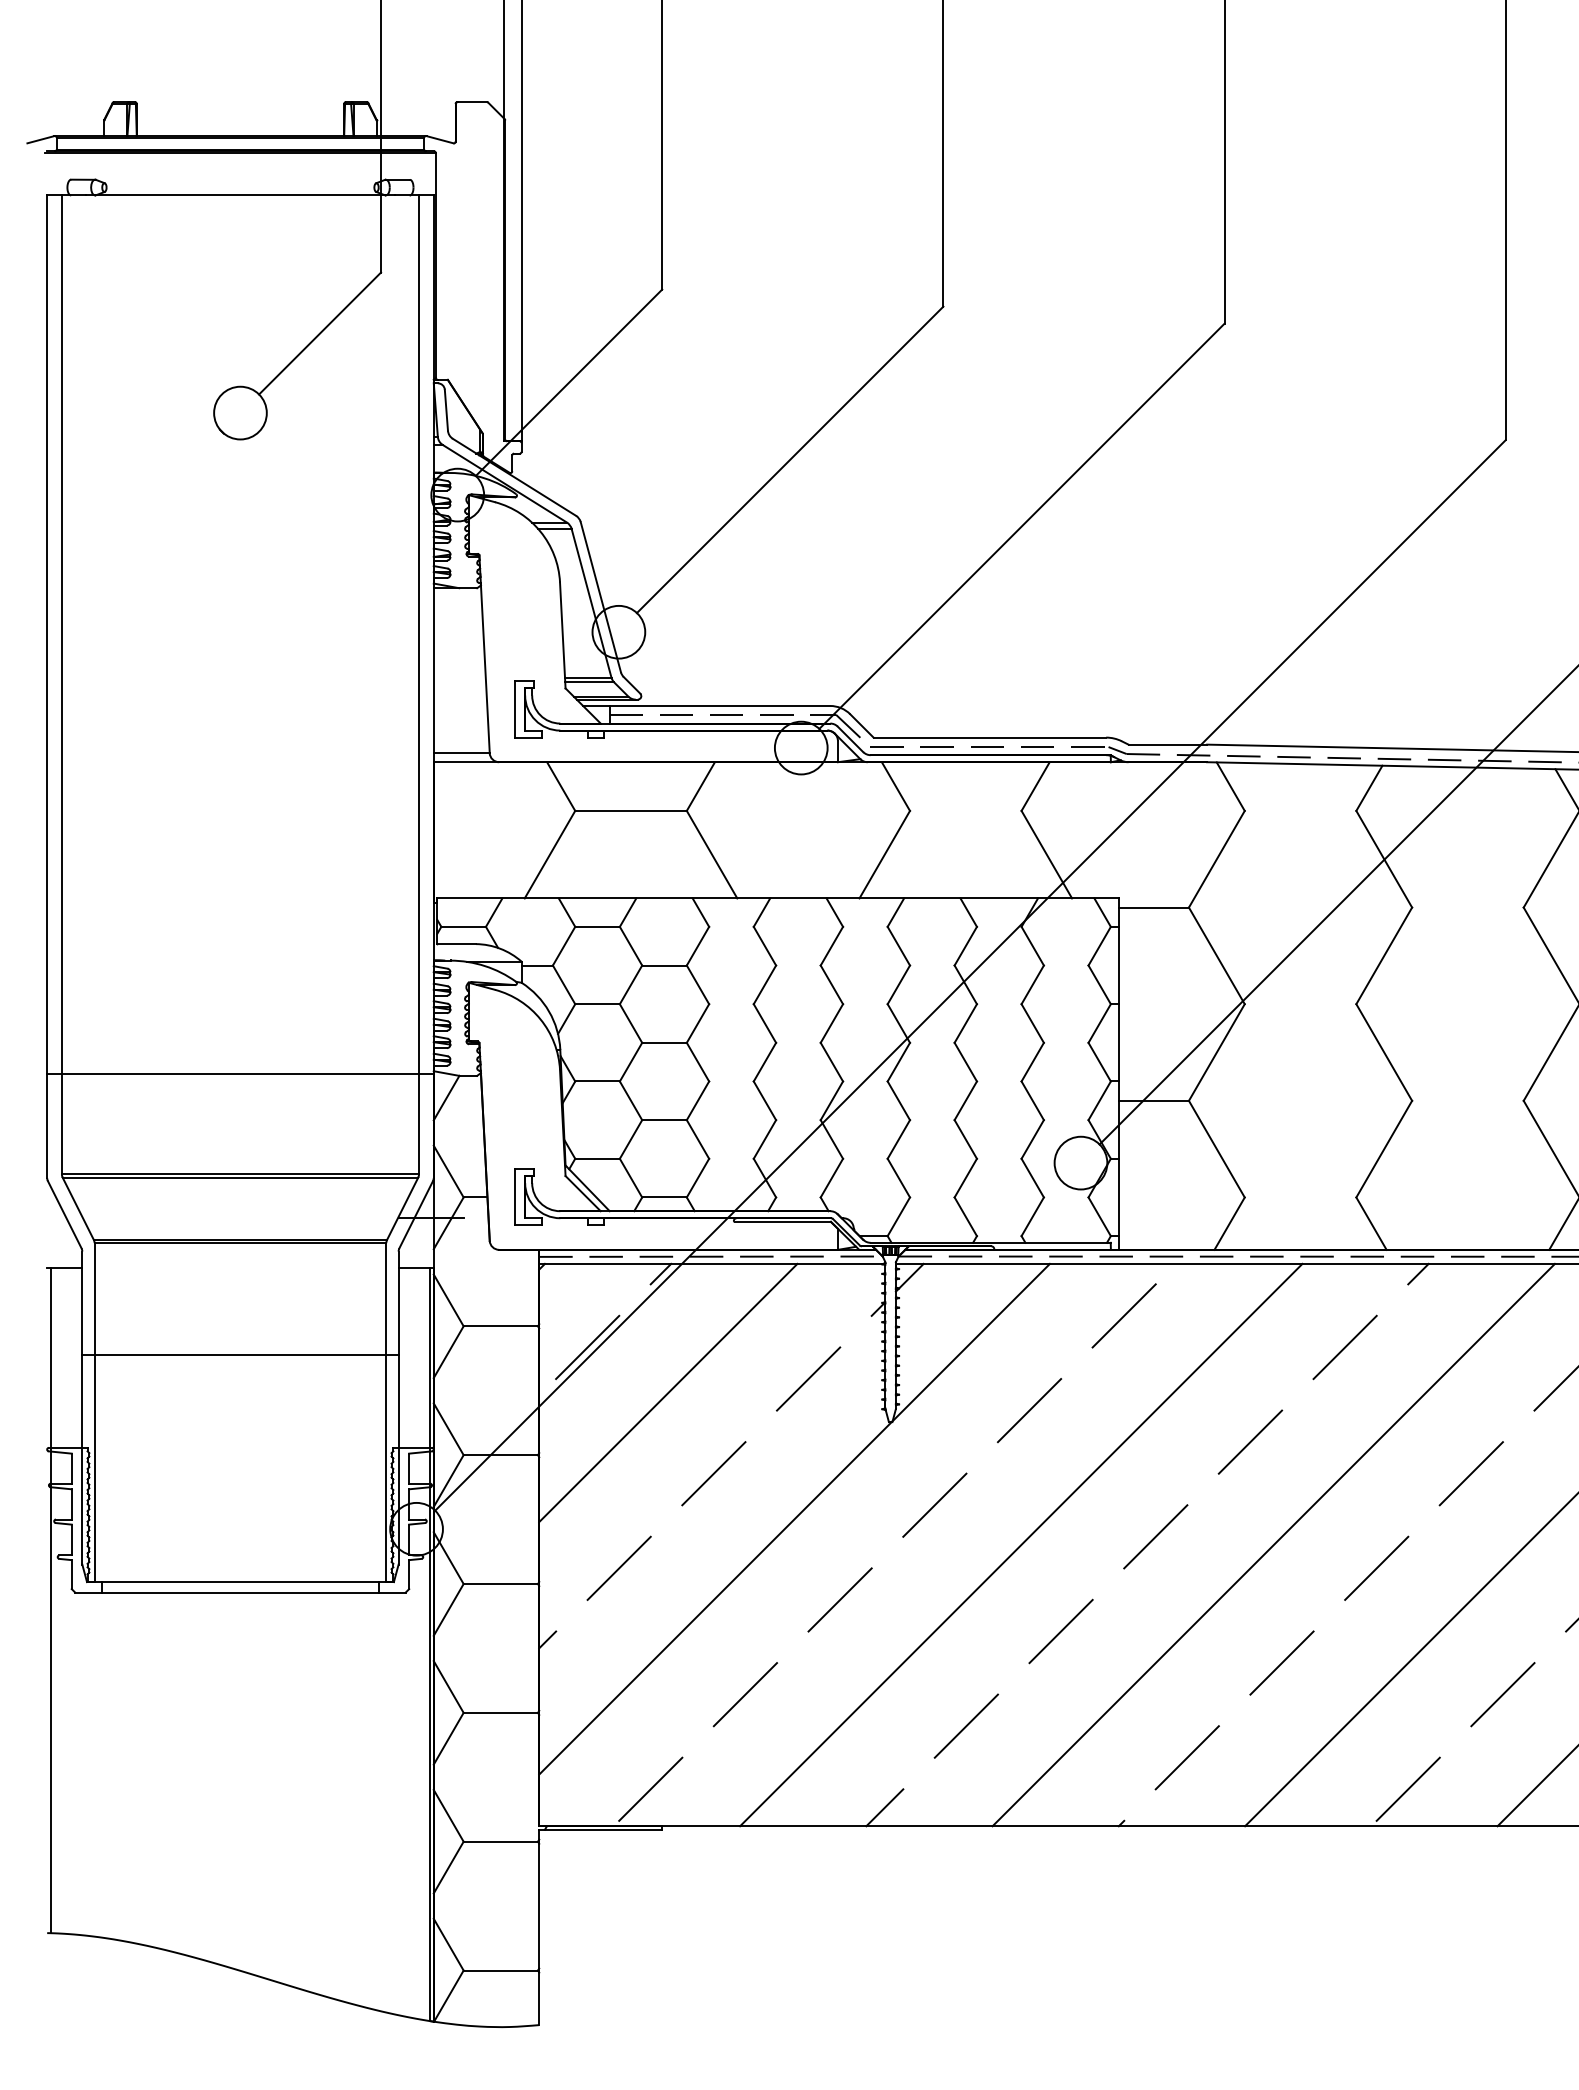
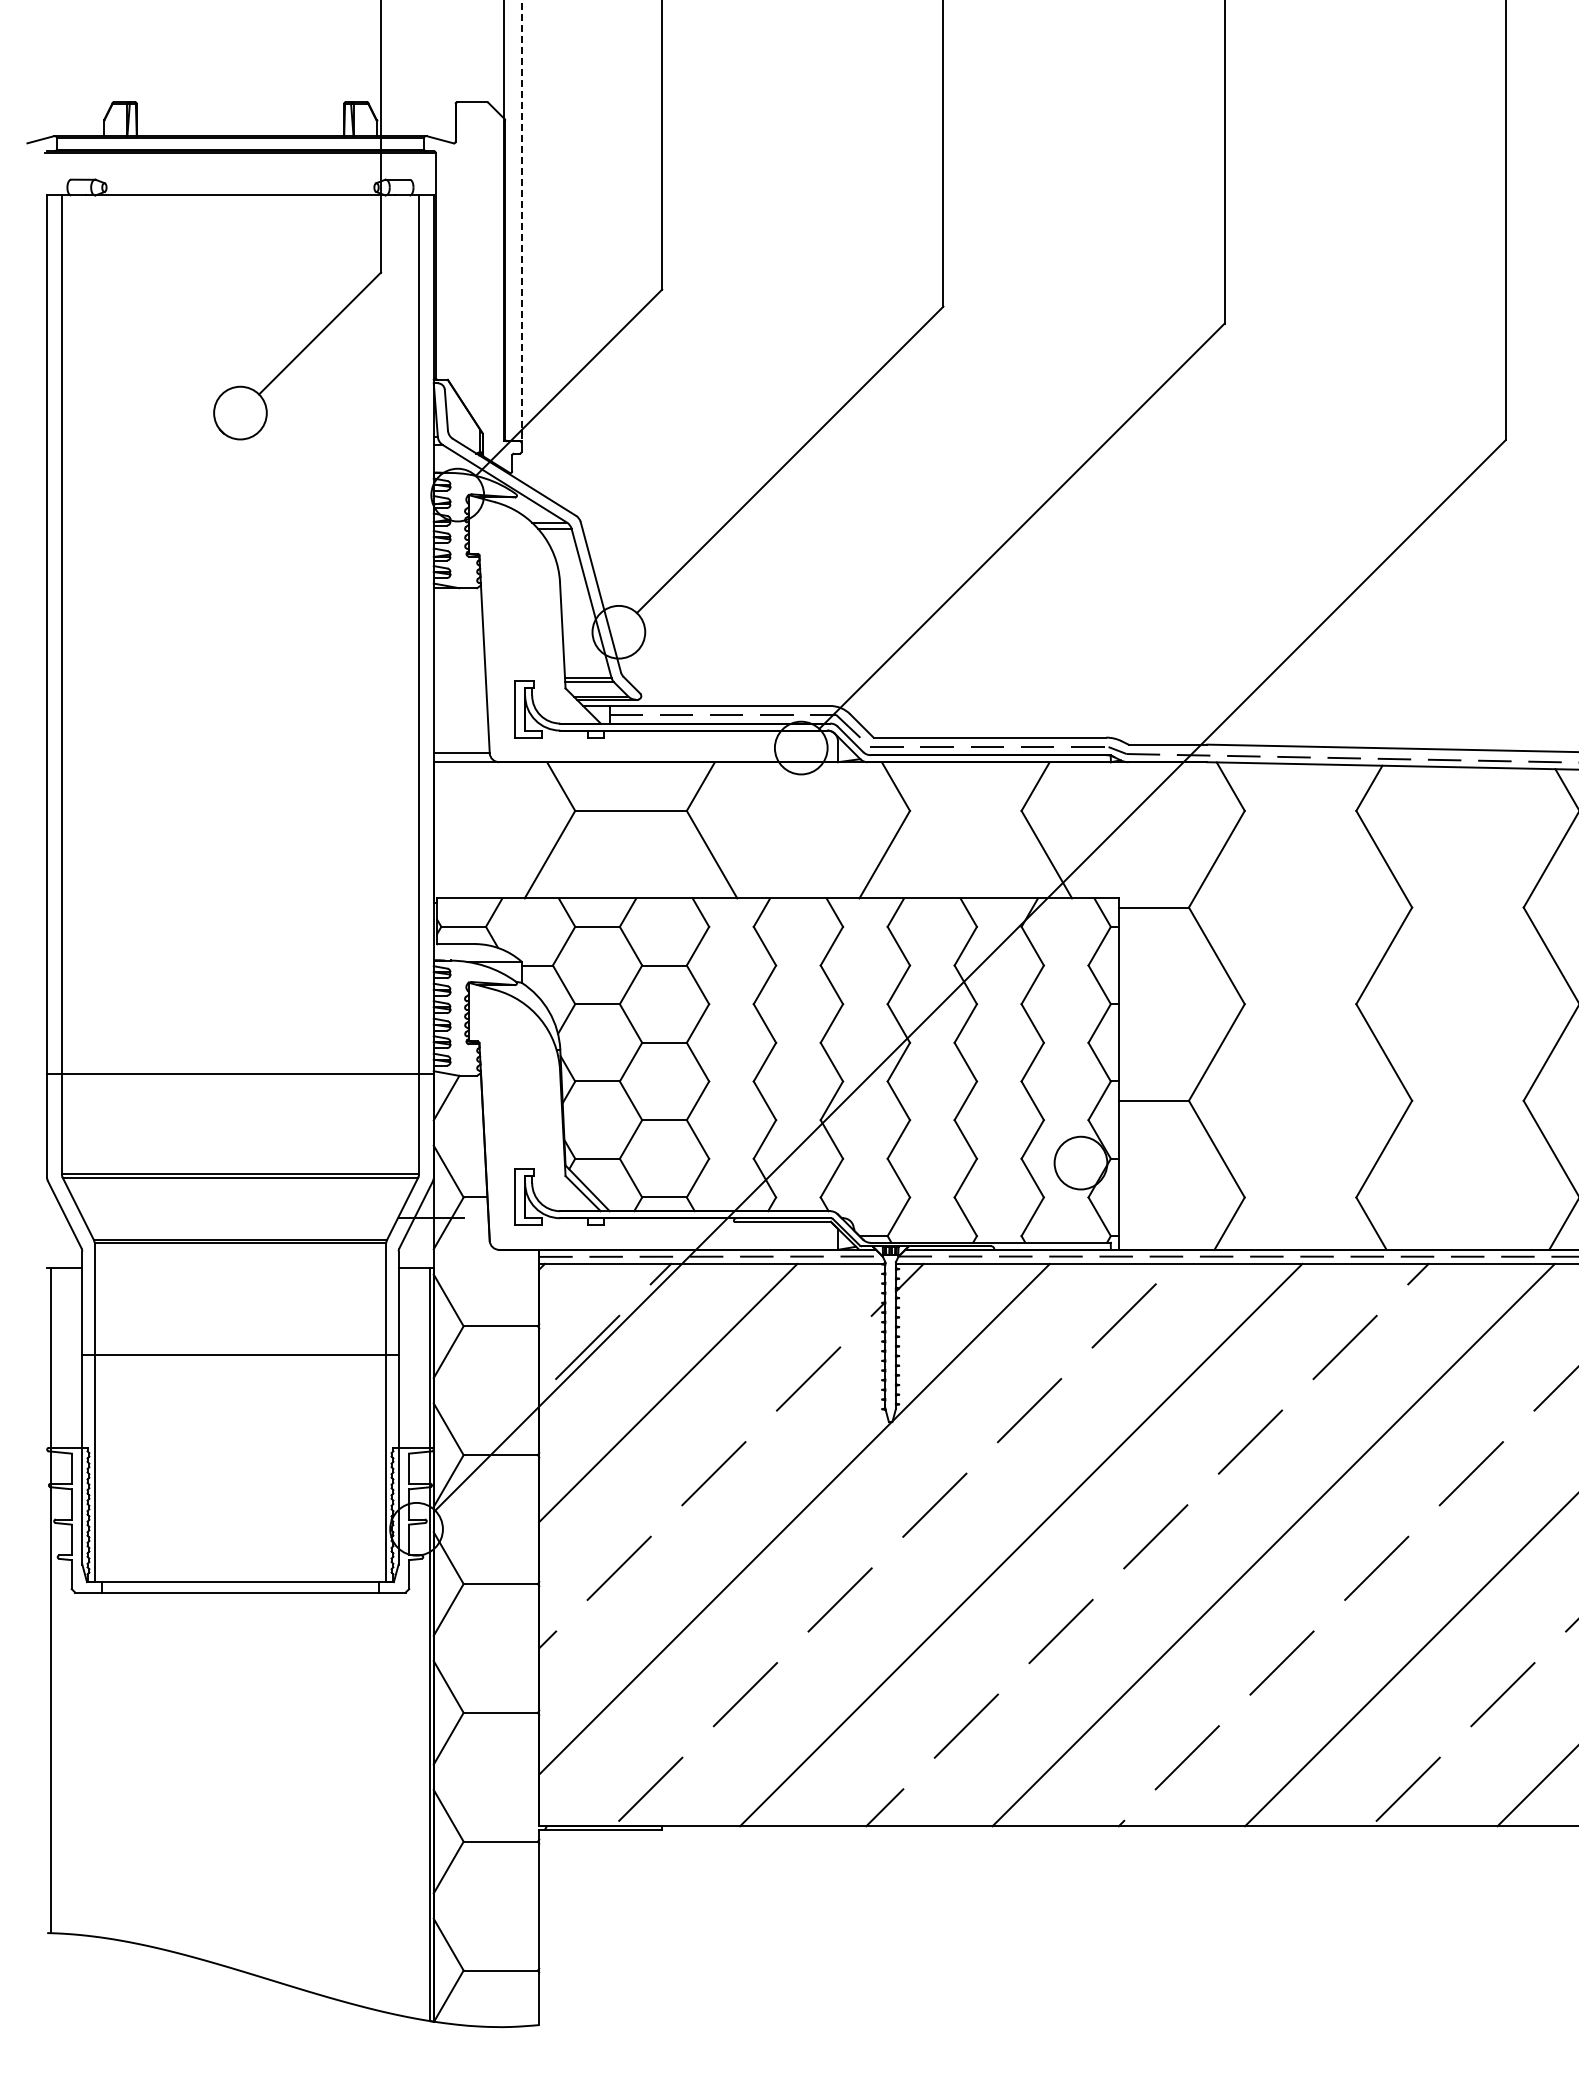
line at (521, 221): solid -> dashed
line at (1337, 906): present -> none
